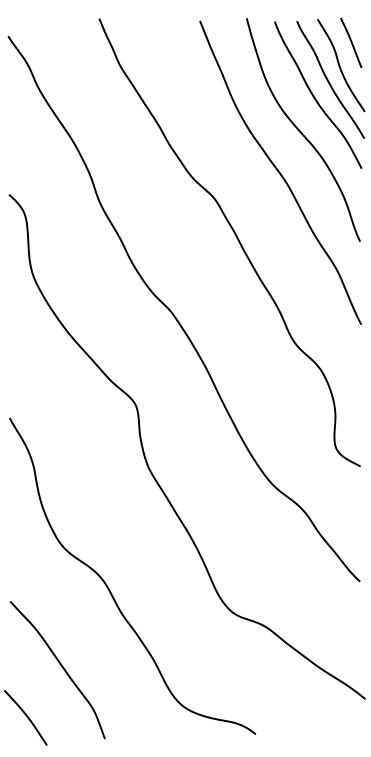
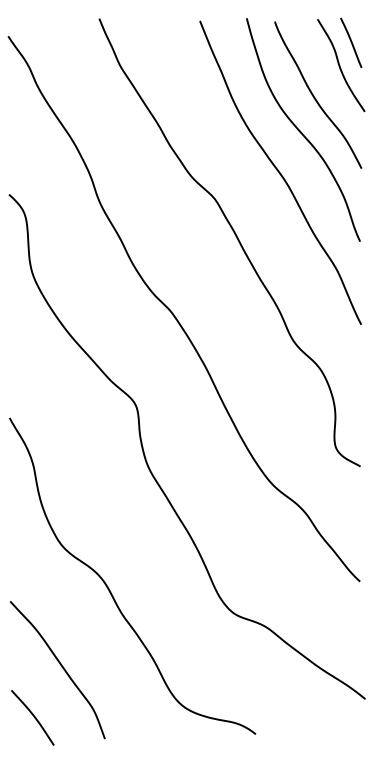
curve at (328, 79): present -> none
curve at (26, 717) position: (26, 717) -> (33, 717)
